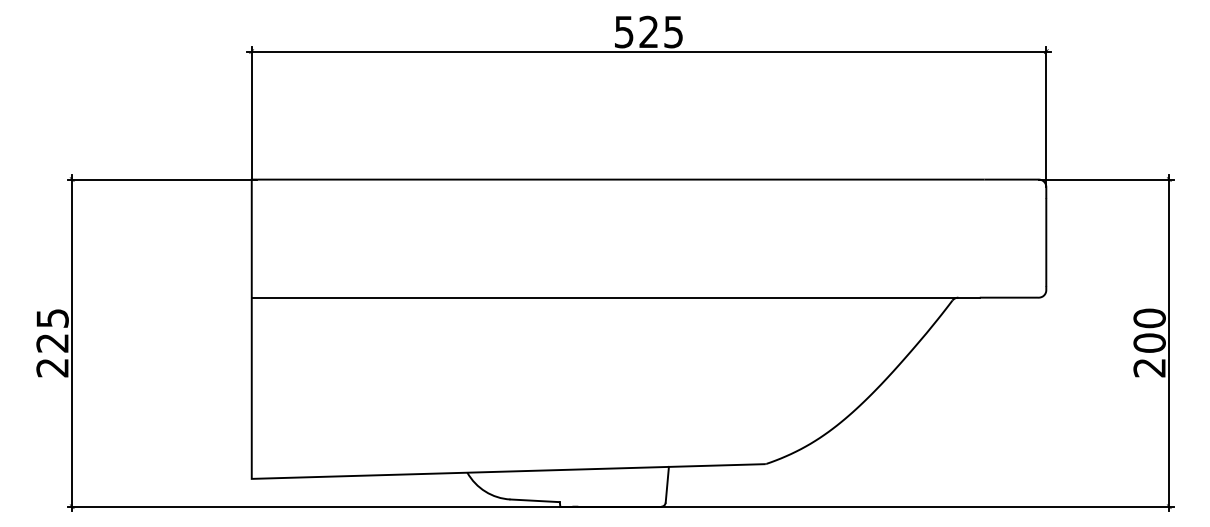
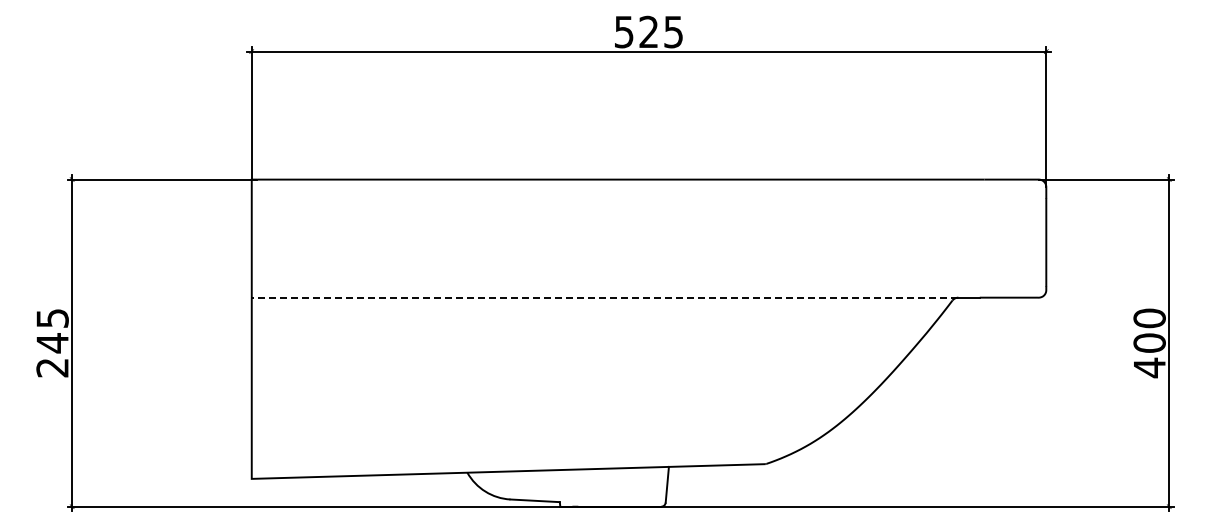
line at (604, 297): solid -> dashed
text at (52, 343): 225 -> 245
text at (1149, 367): 200 -> 400
